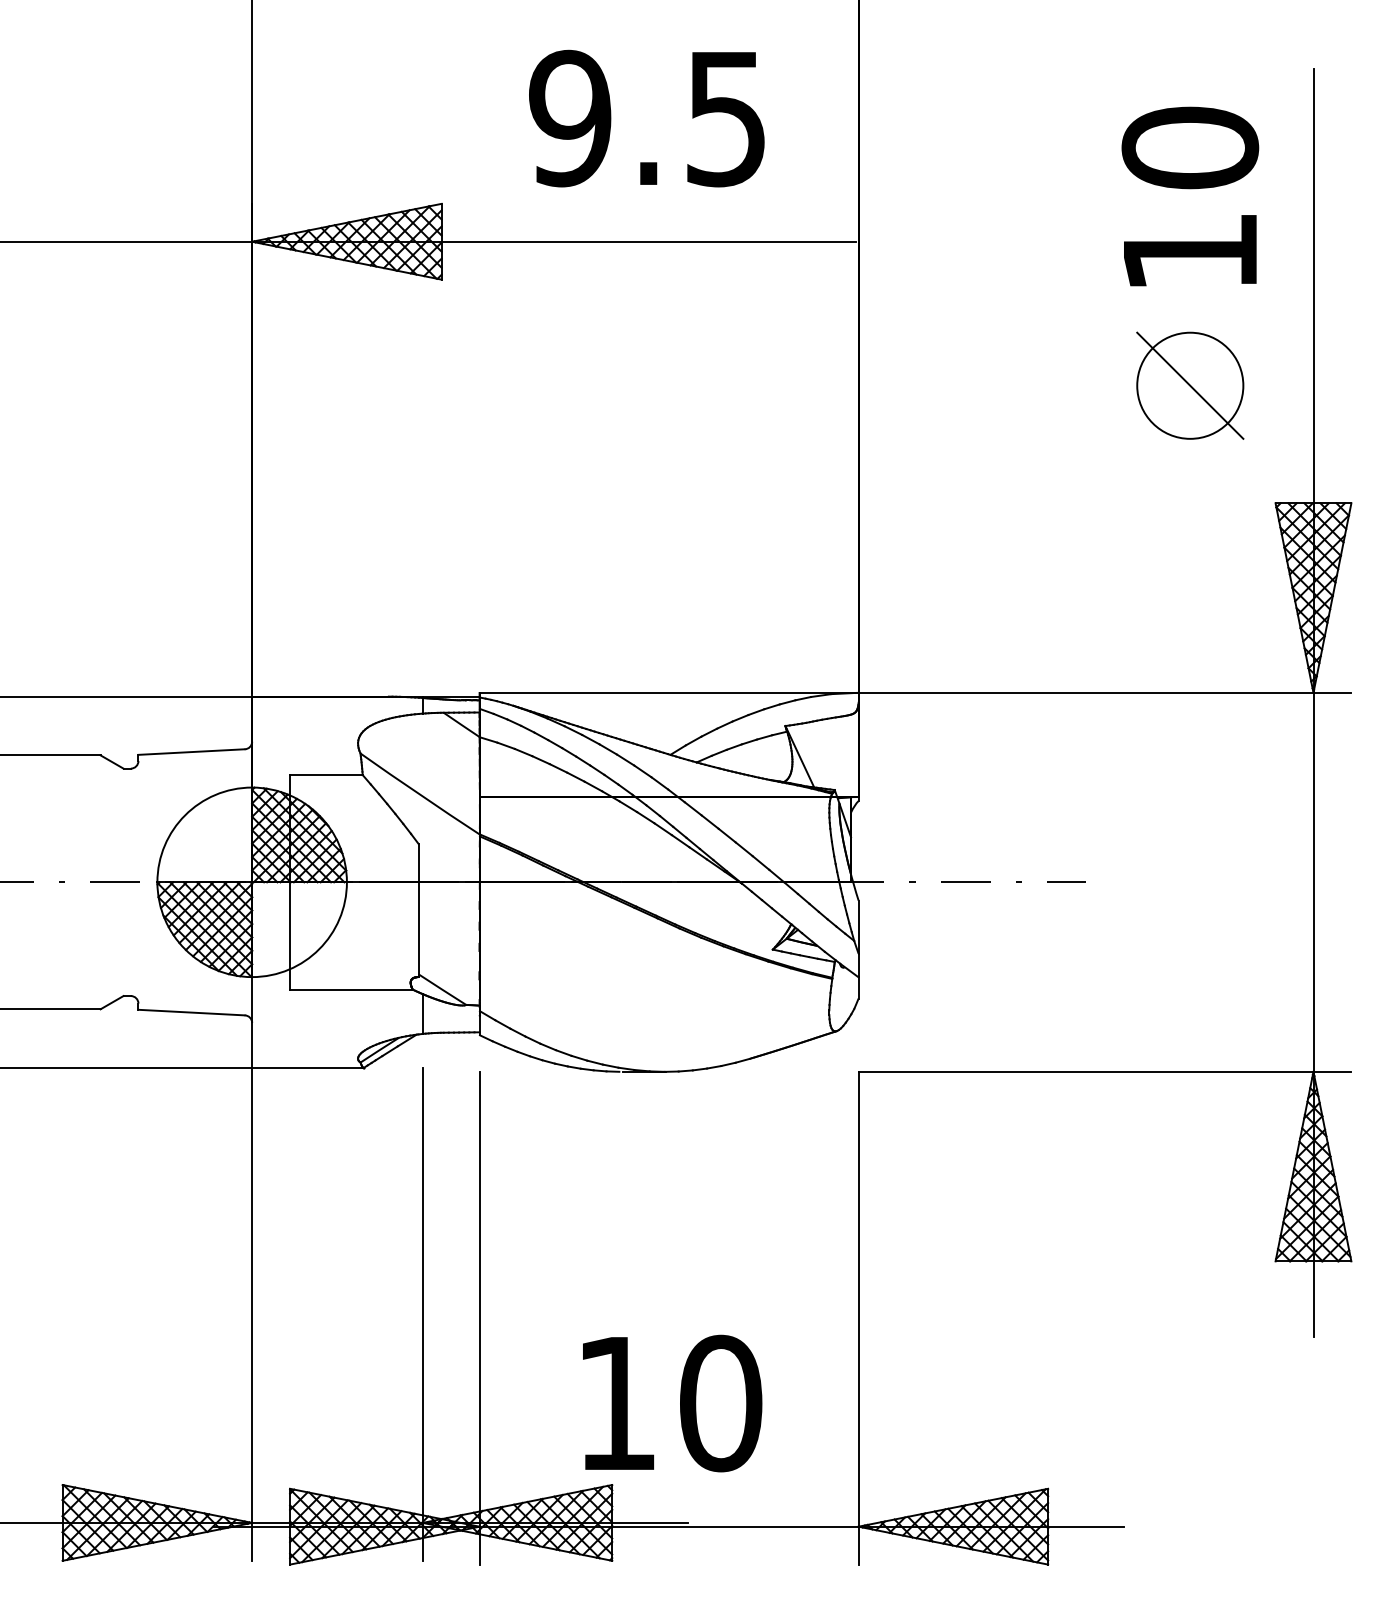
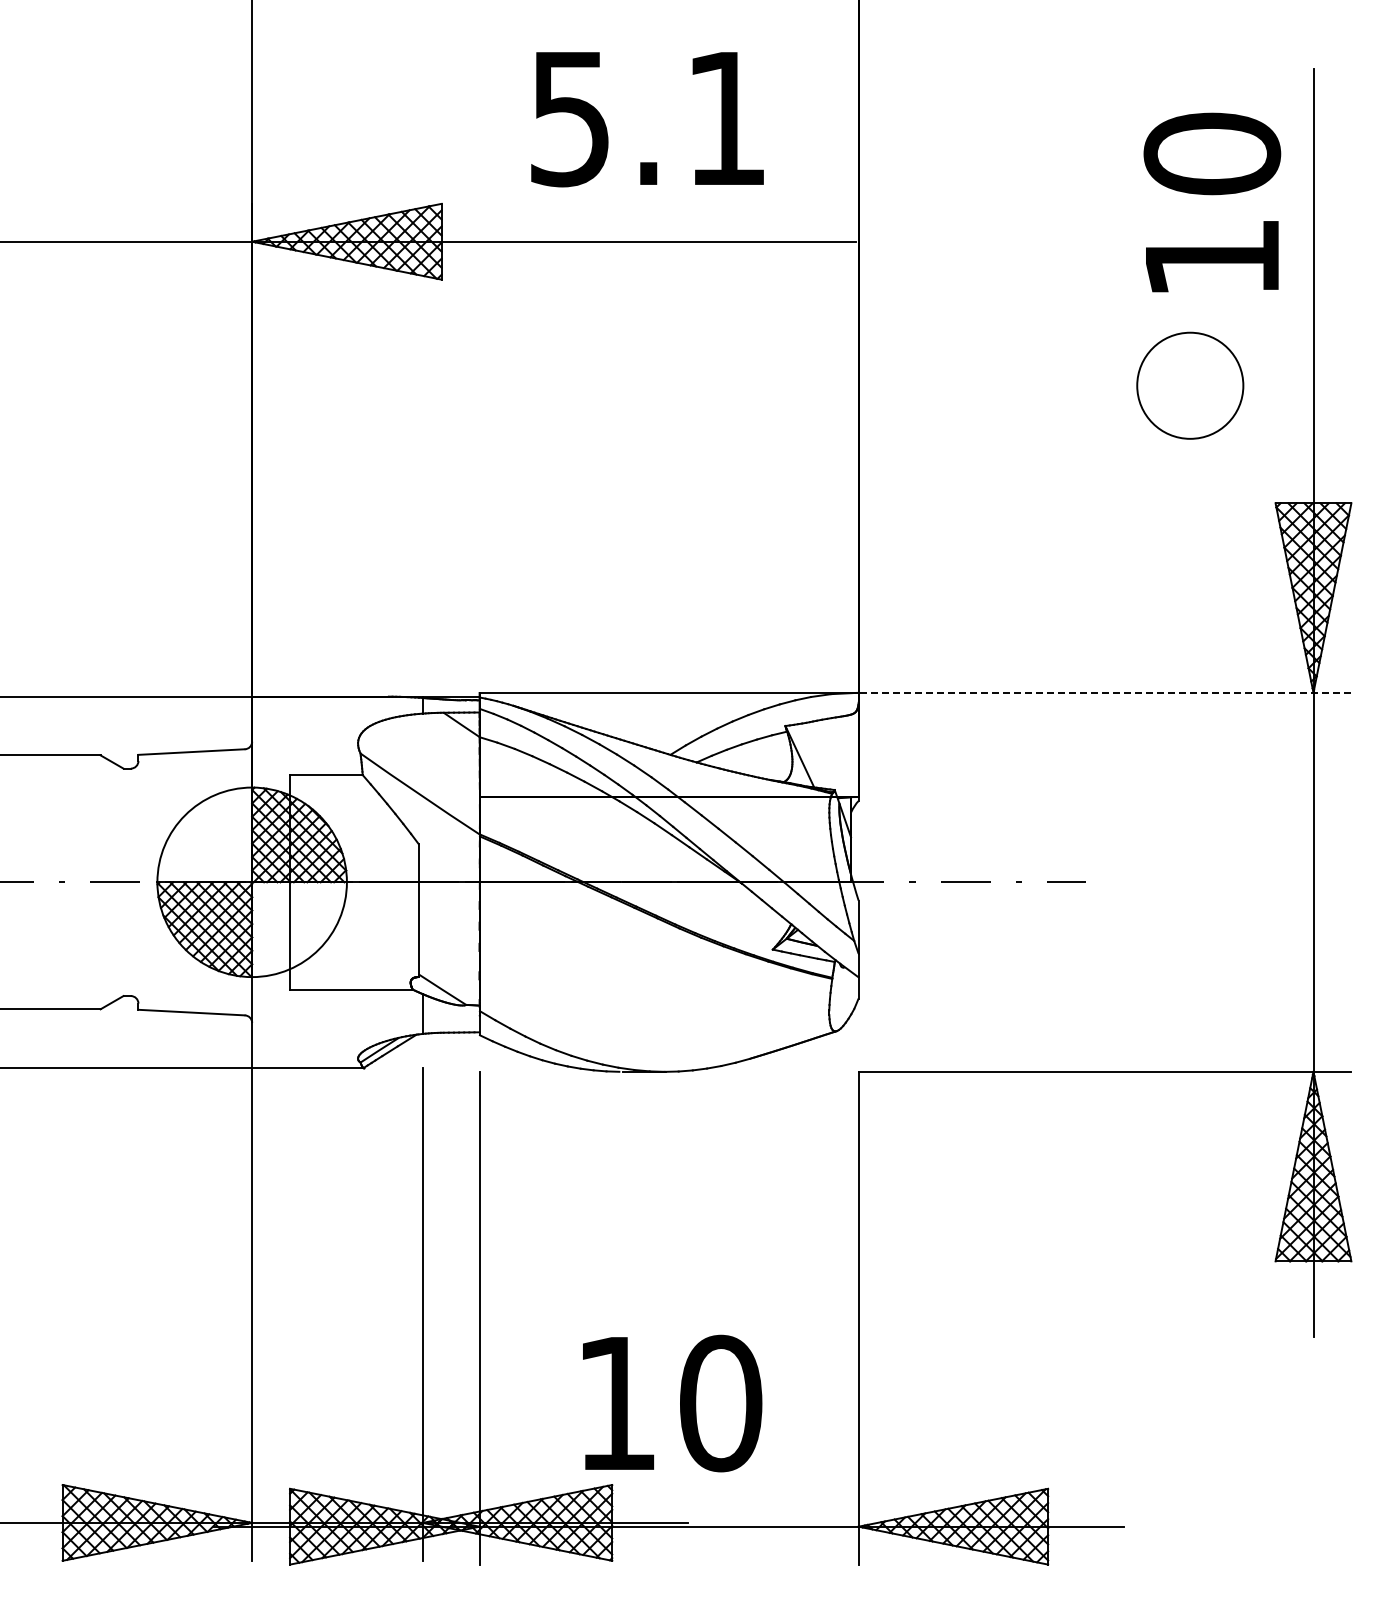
text at (646, 118): 9.5 -> 5.1
text at (1190, 196) position: (1190, 196) -> (1212, 202)
line at (1190, 385): present -> none
line at (1104, 692): solid -> dashed
